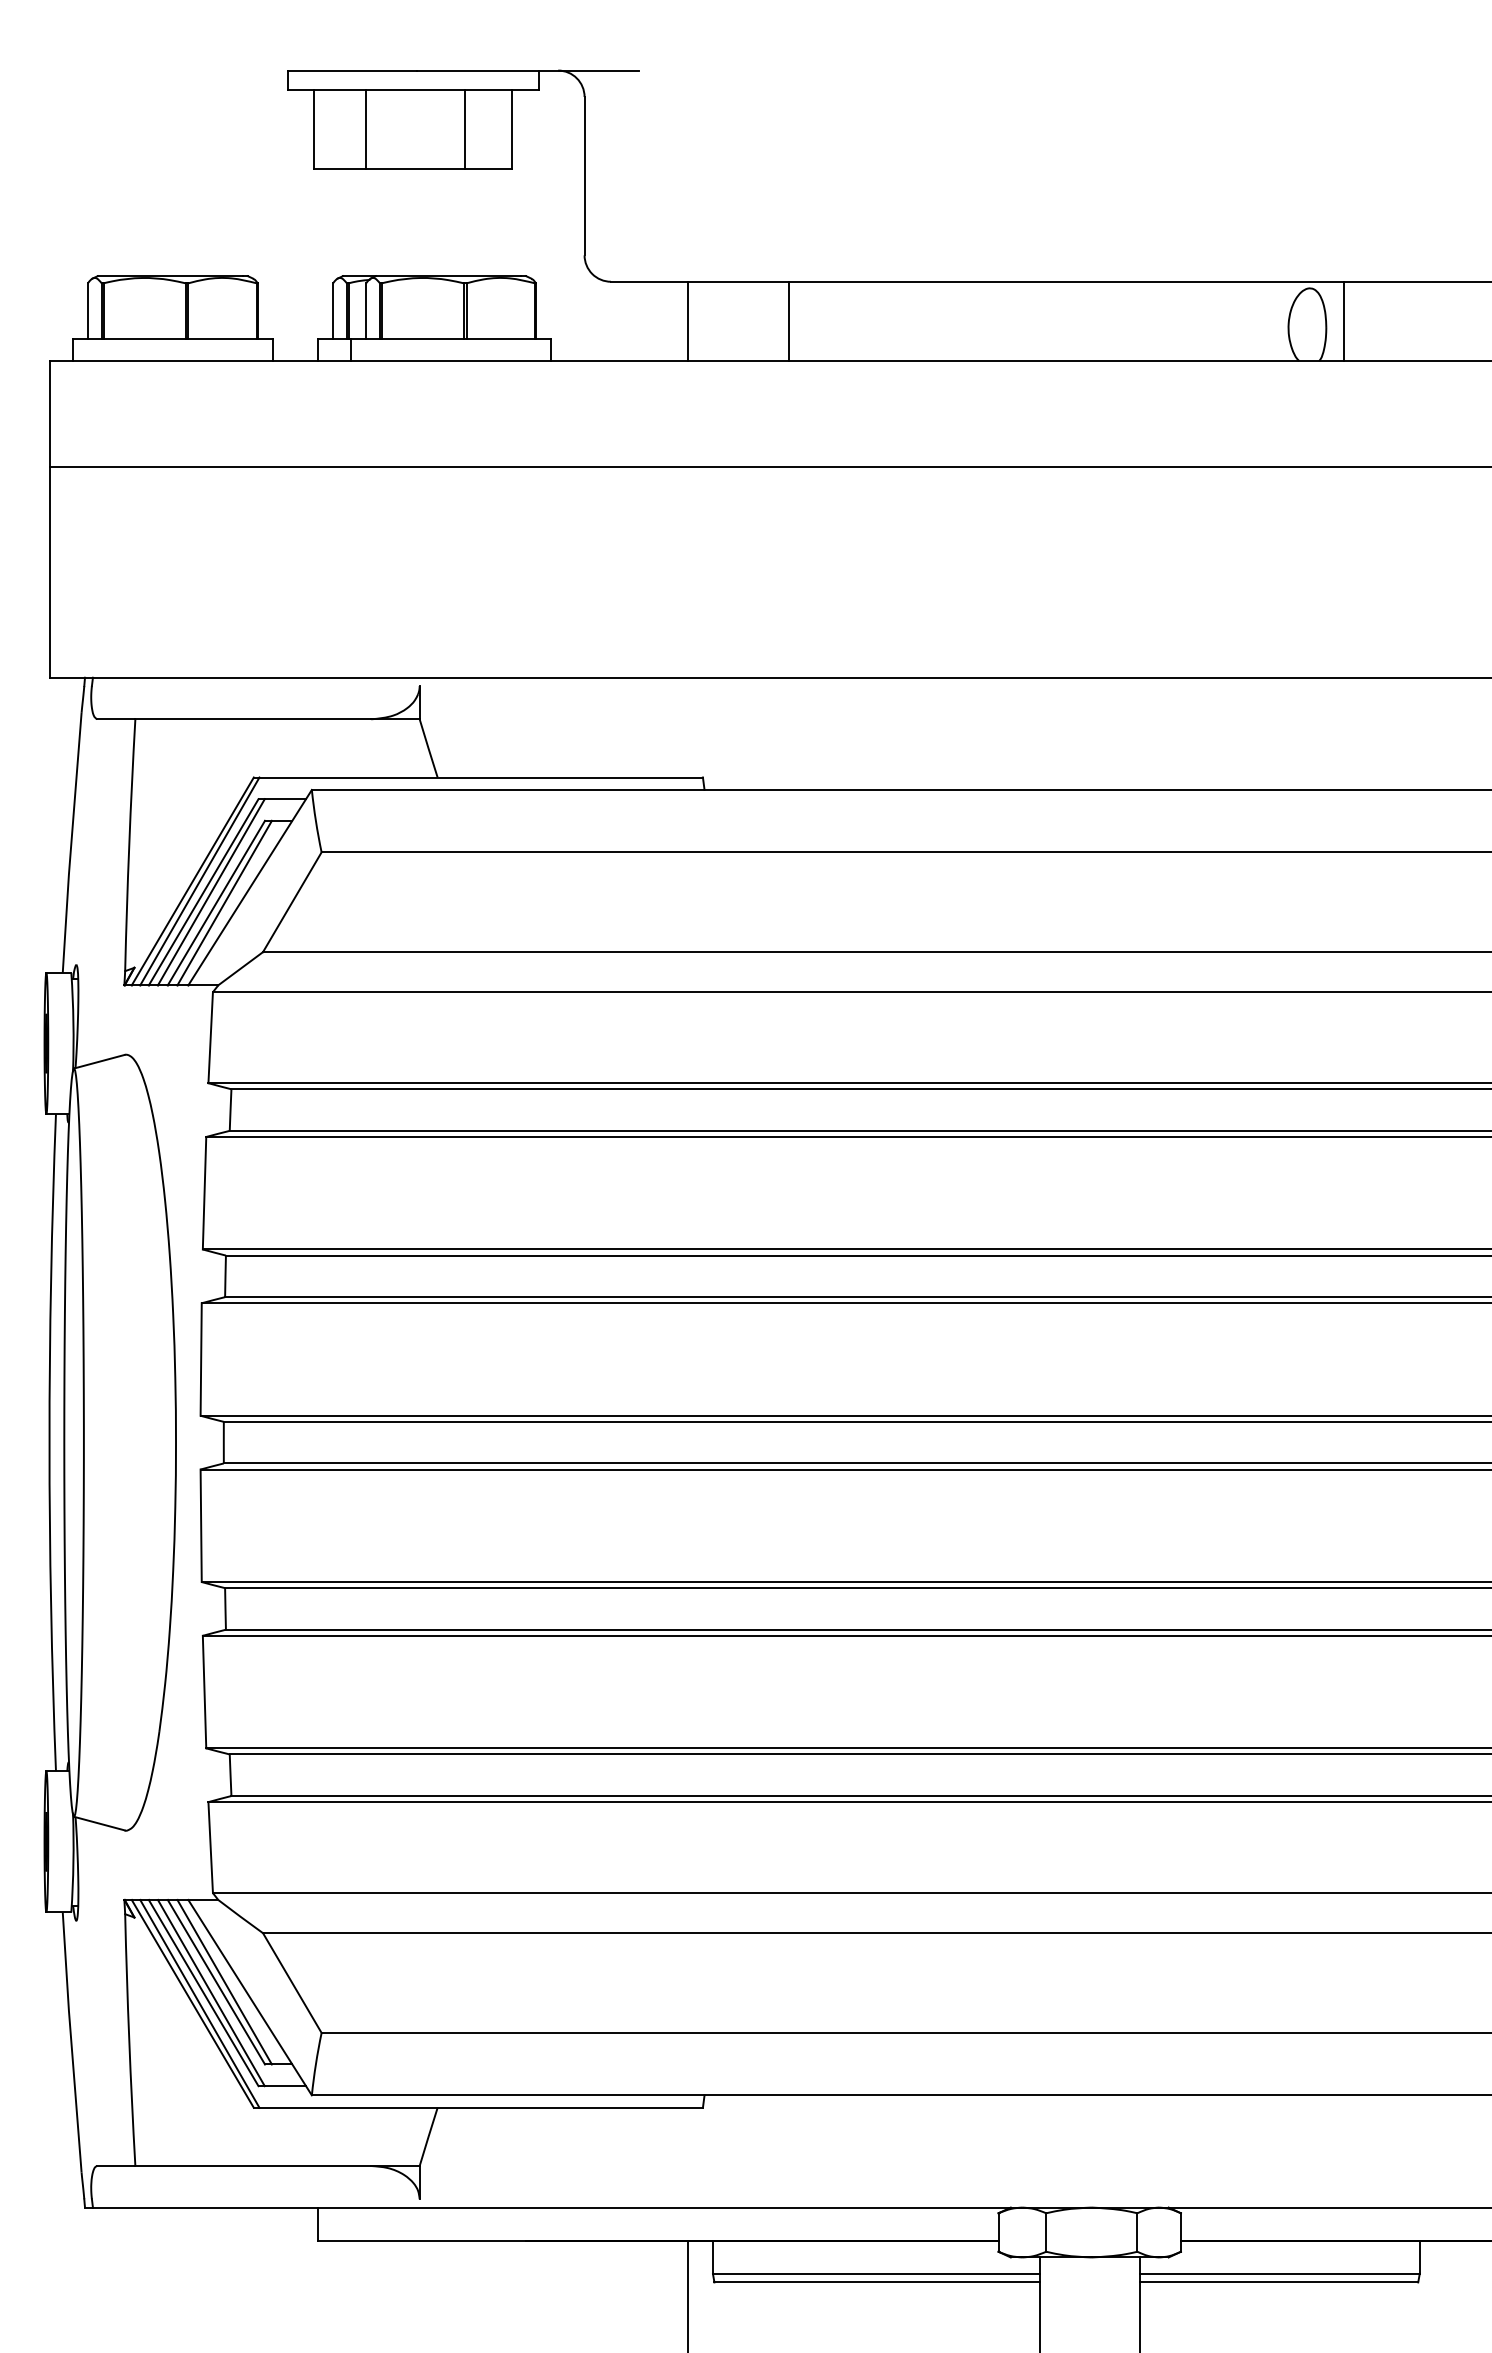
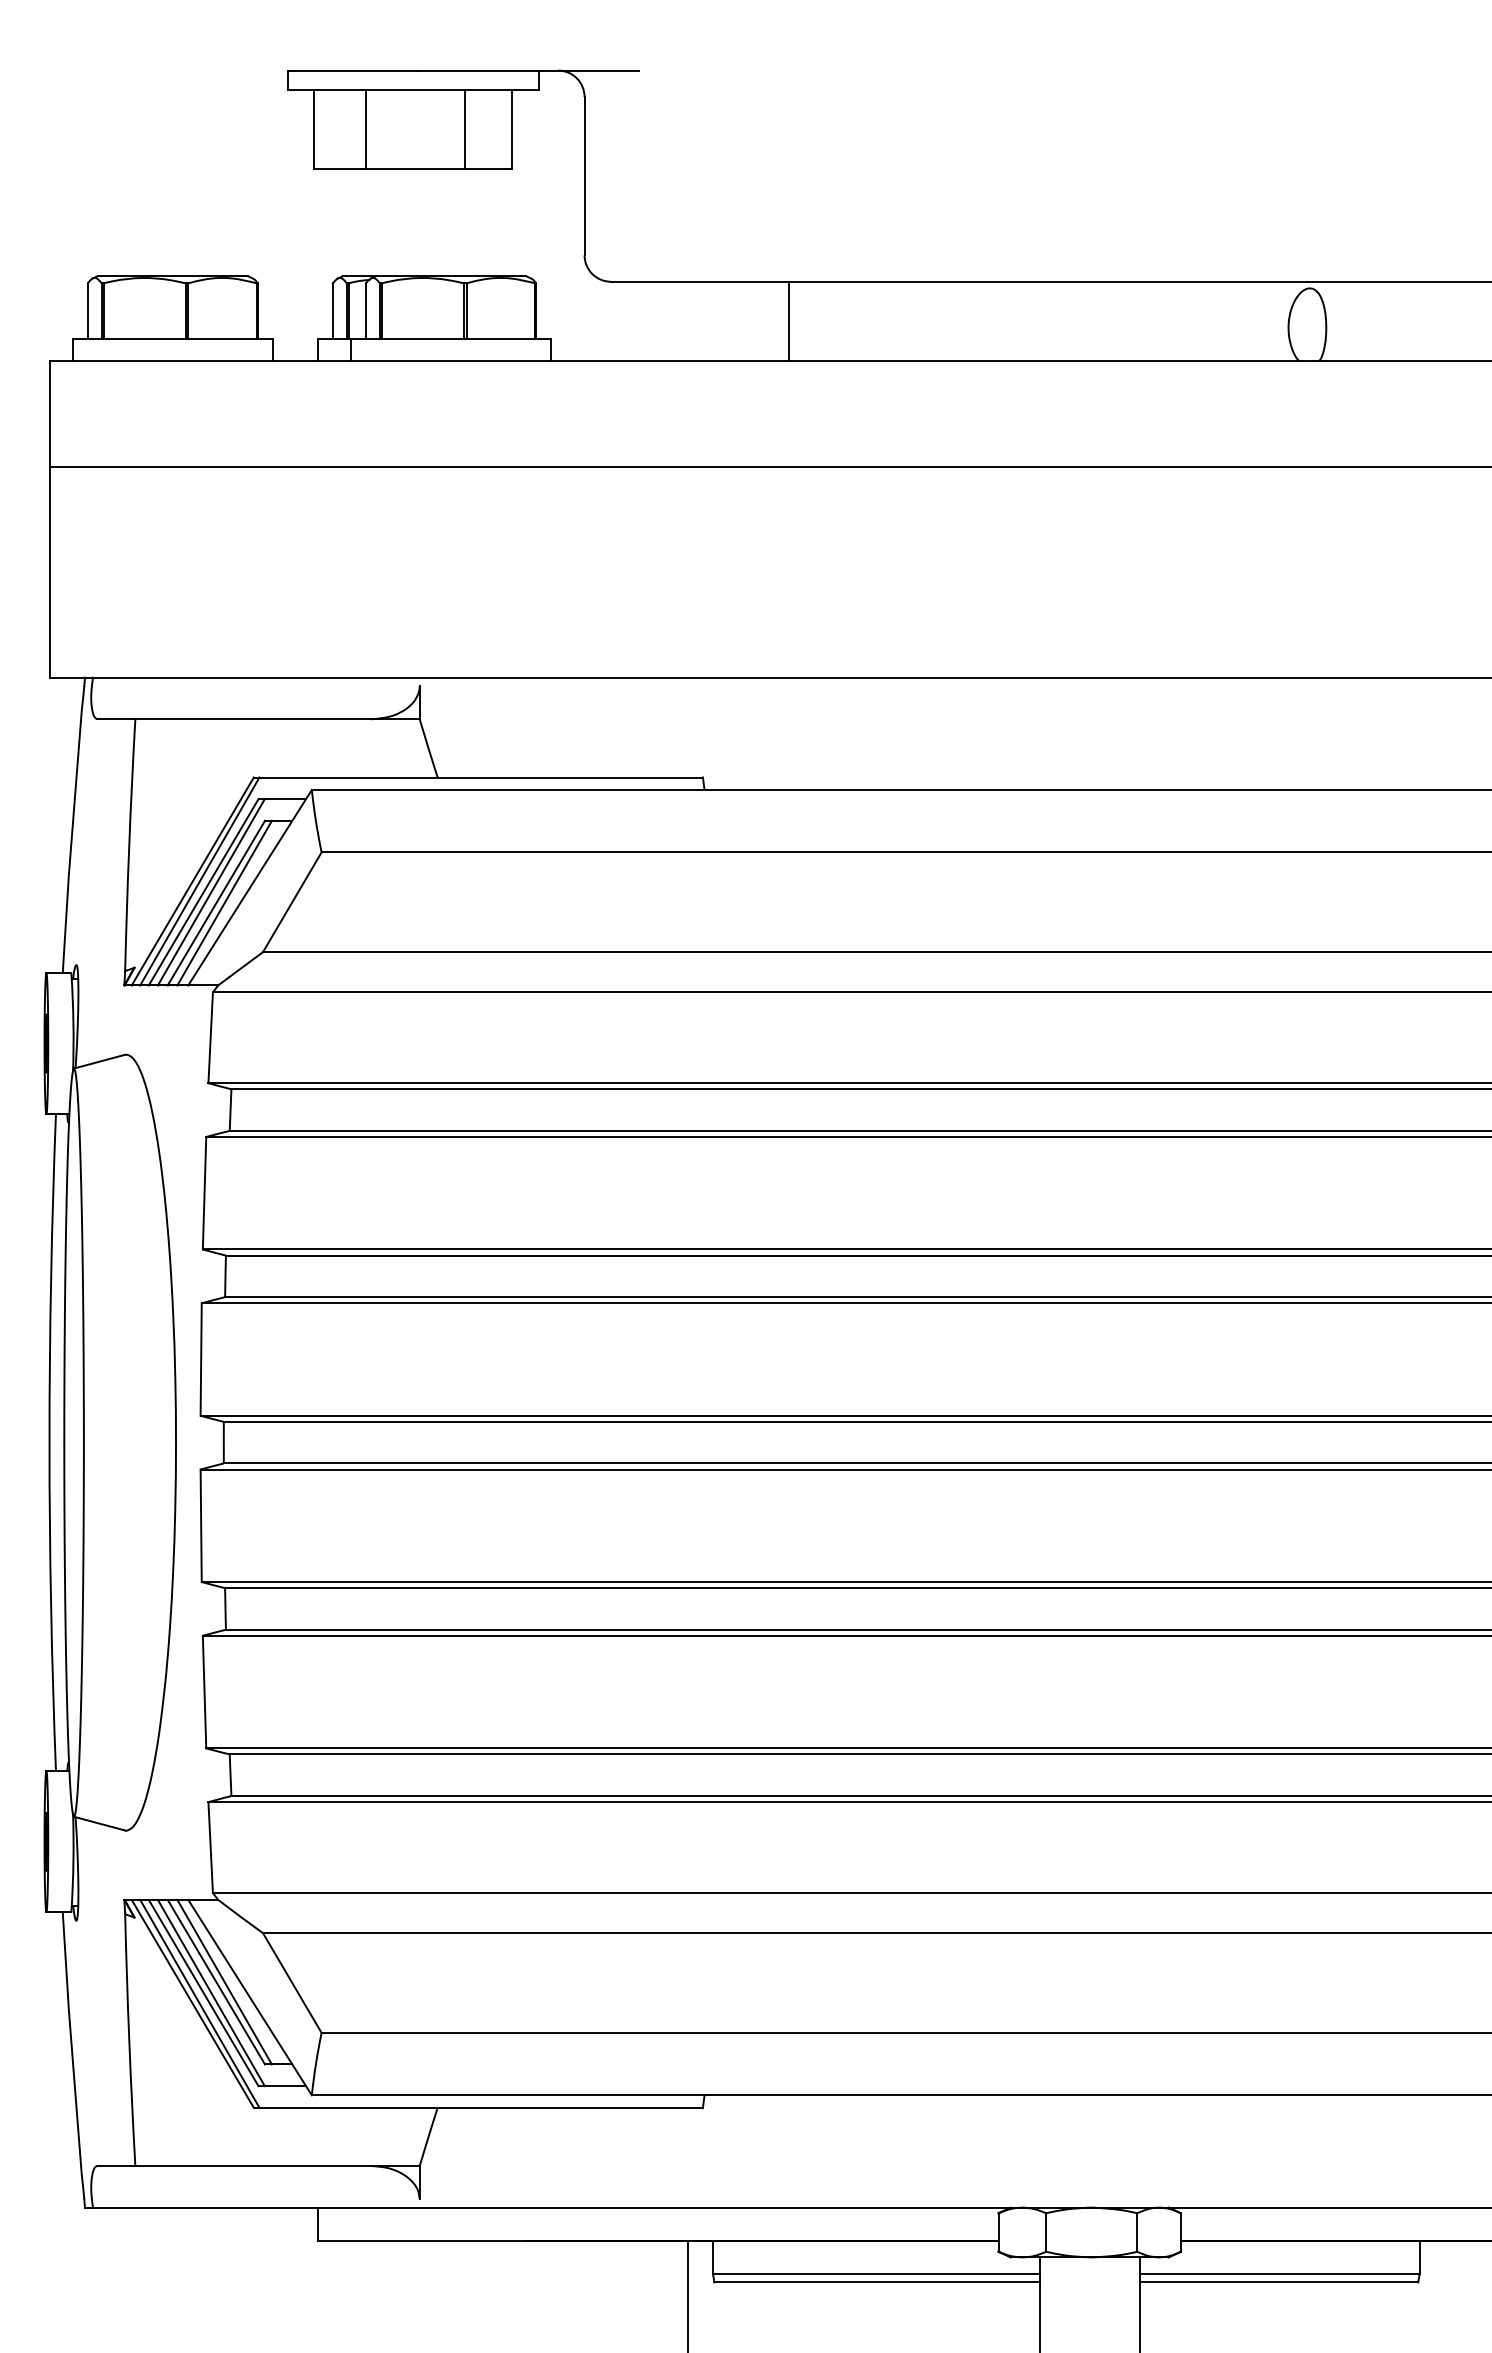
line at (687, 320): present -> none
line at (1343, 320): present -> none
